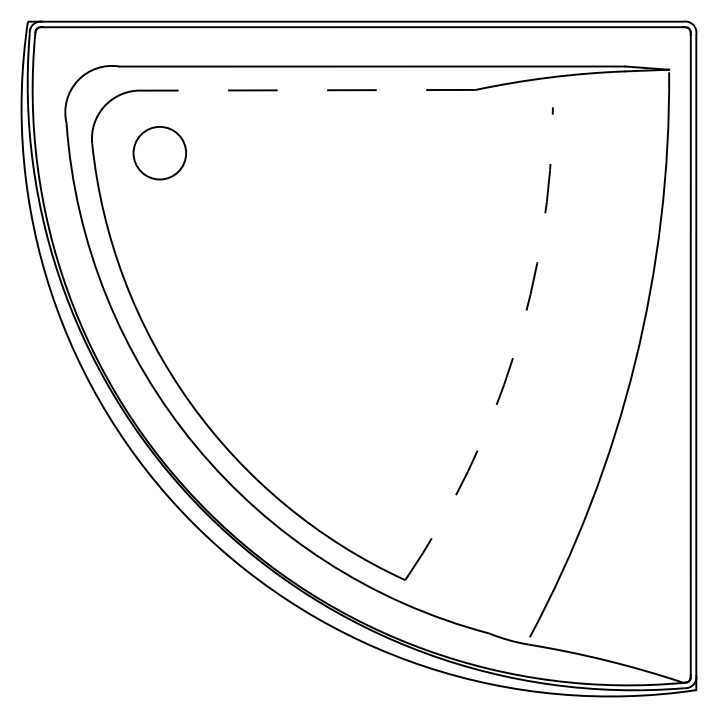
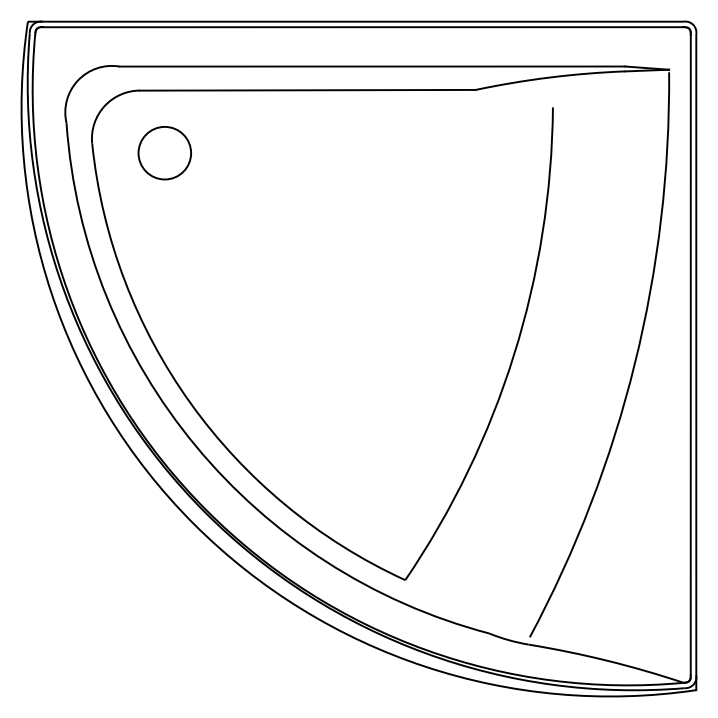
line at (307, 90): dashed -> solid
circle at (159, 153) position: (159, 153) -> (164, 153)
arc at (514, 354): dashed -> solid
